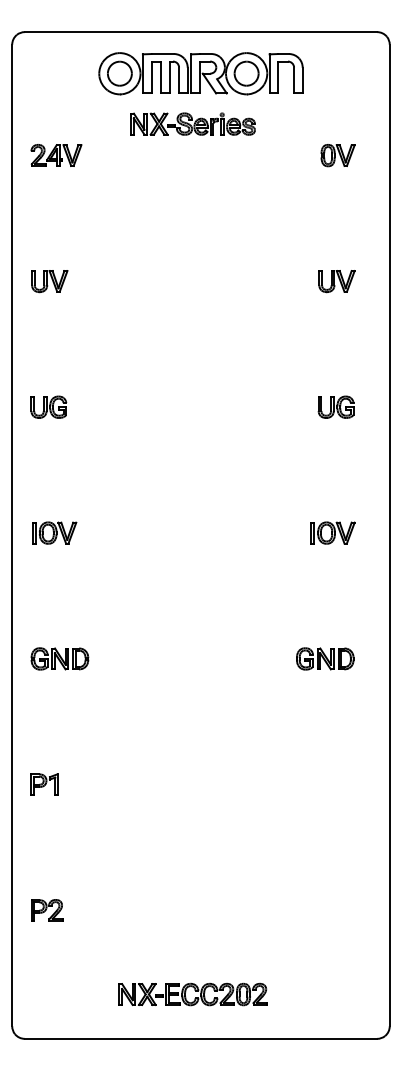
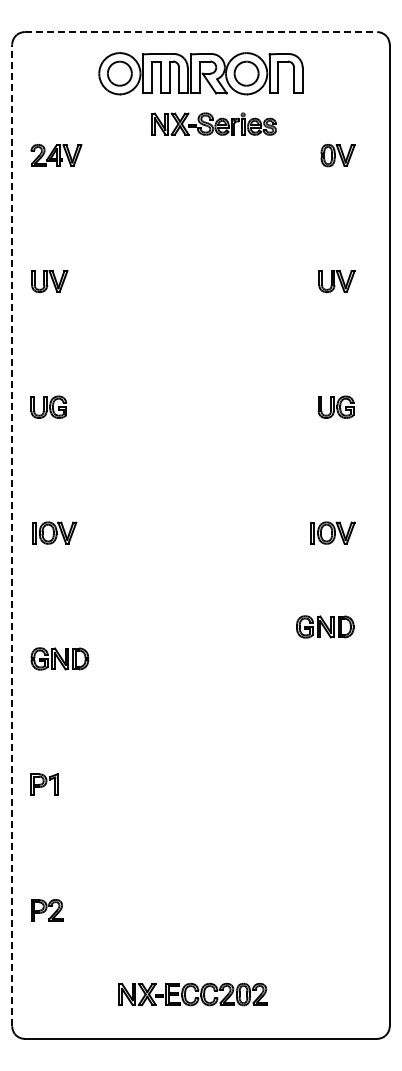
line at (201, 32): solid -> dashed
part at (192, 123) position: (192, 123) -> (213, 123)
line at (12, 535): solid -> dashed
part at (325, 658) position: (325, 658) -> (325, 626)
